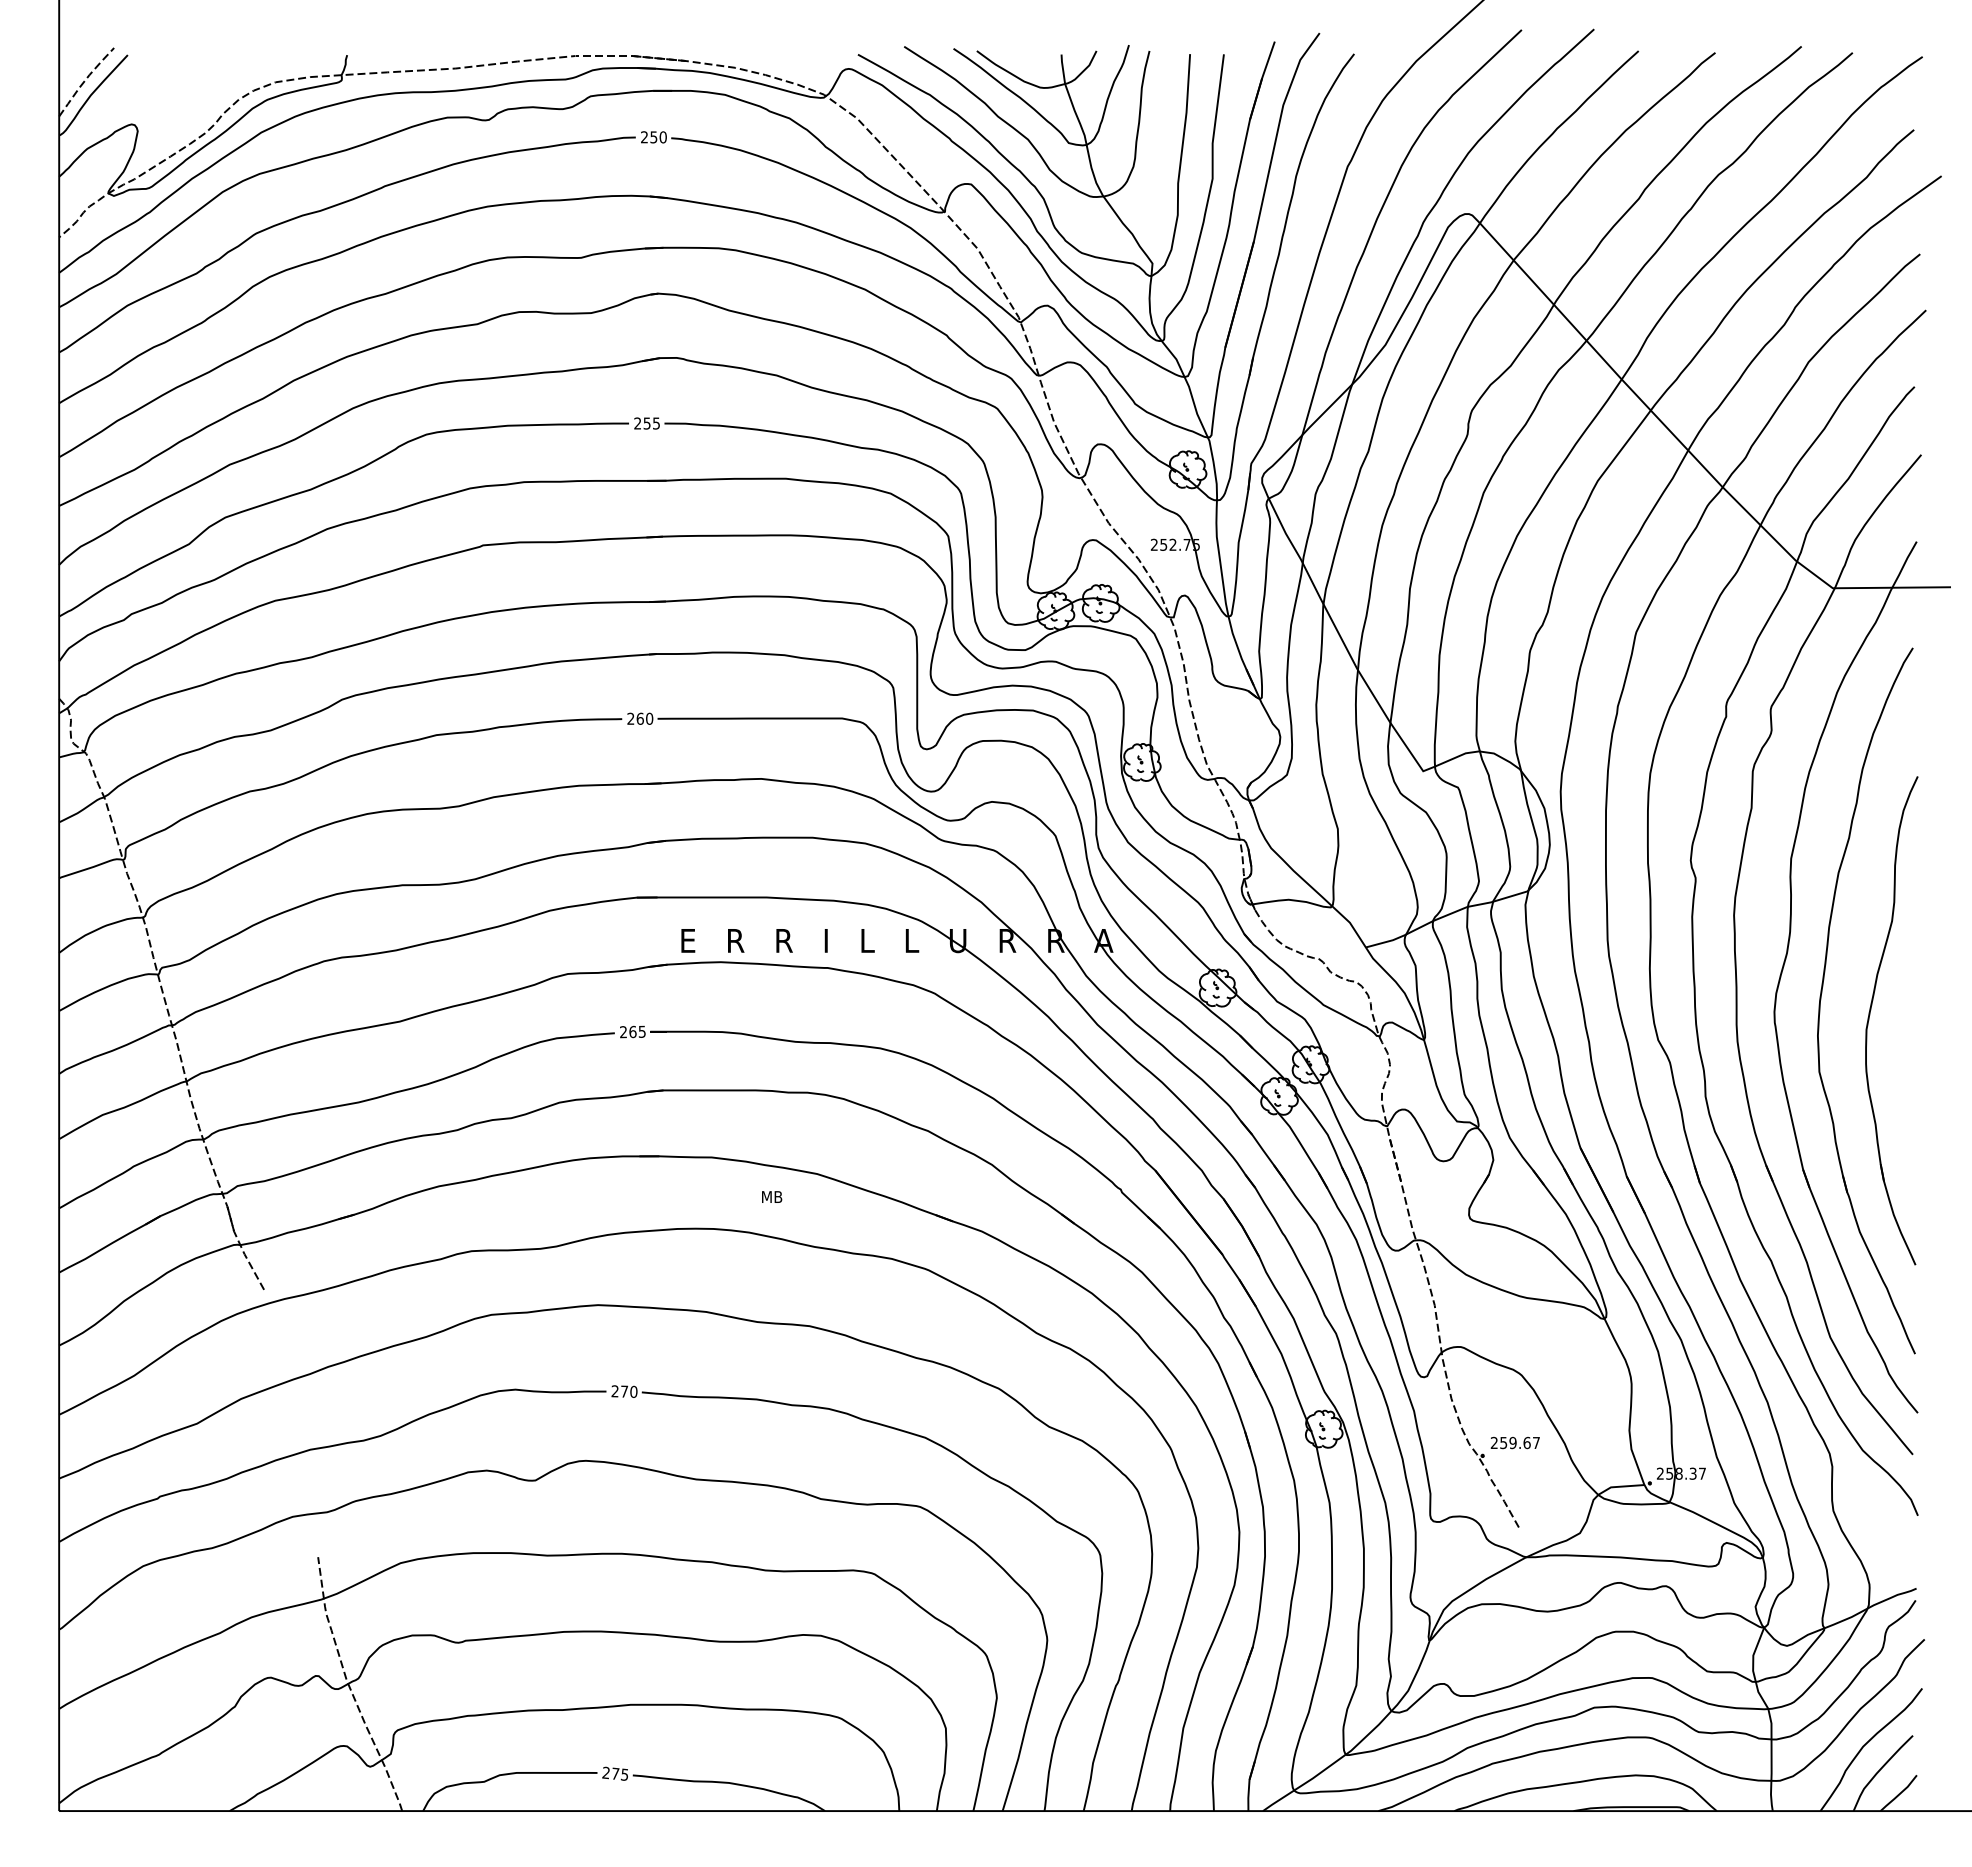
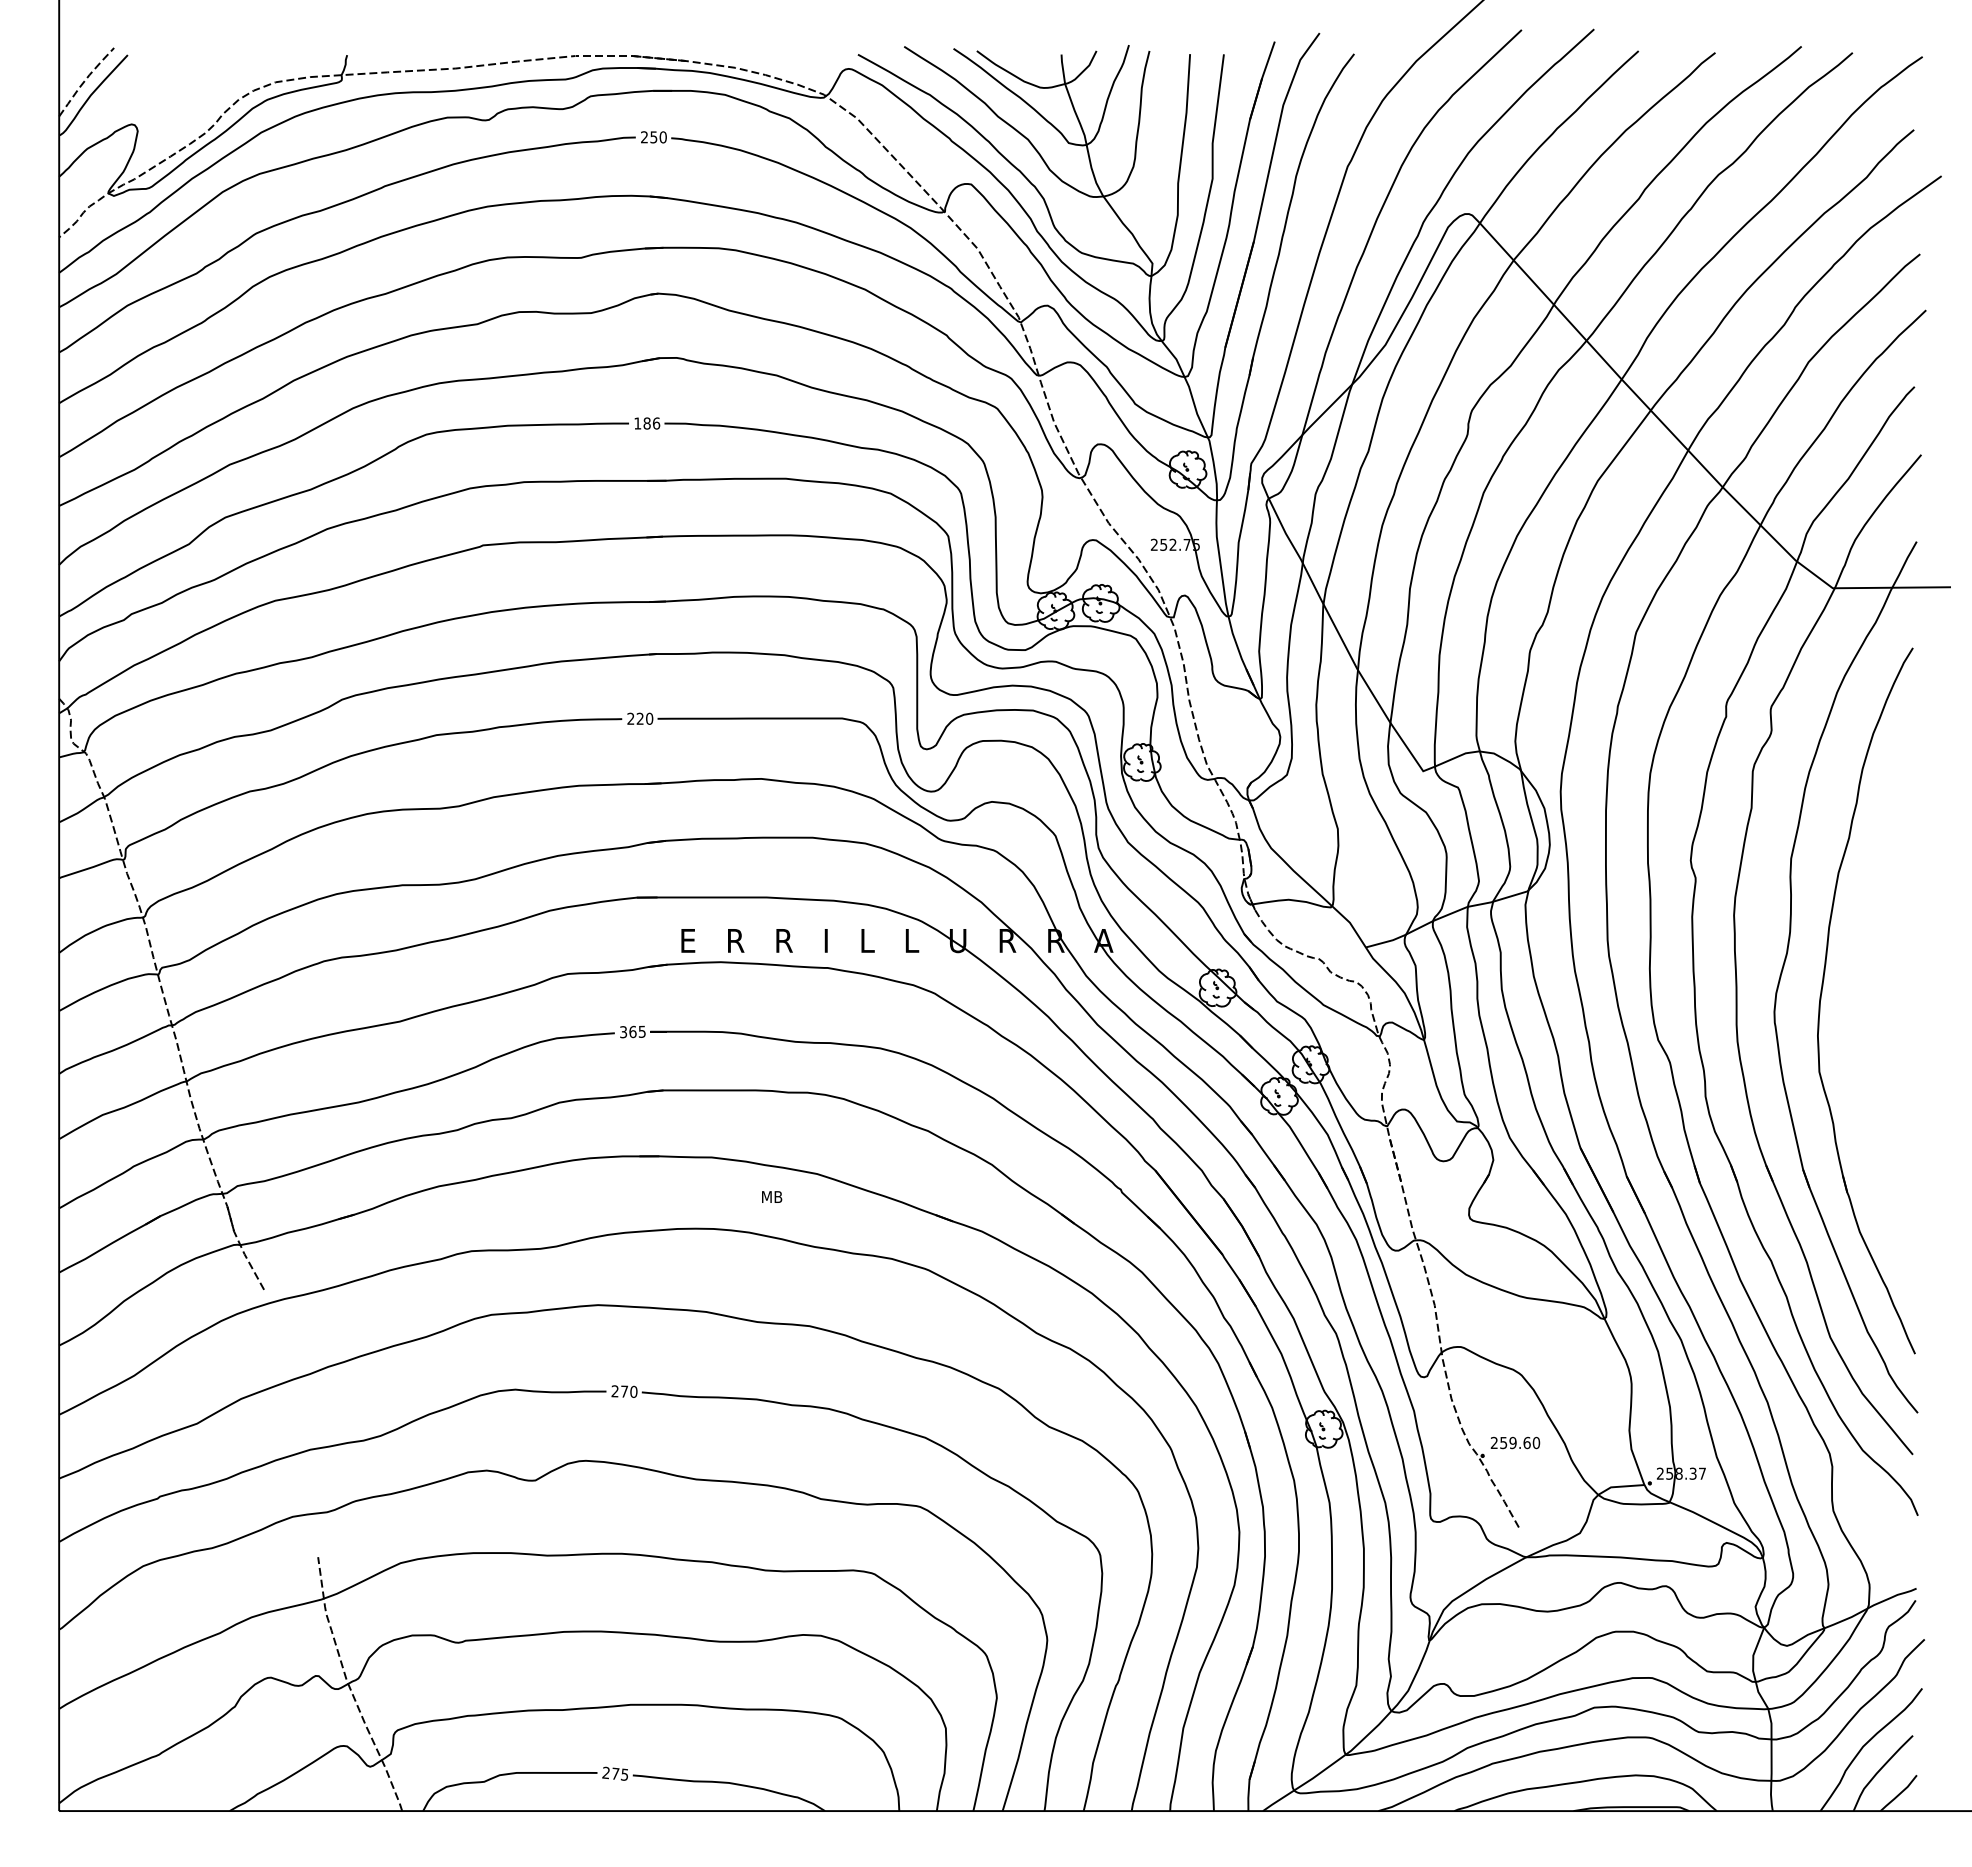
text at (647, 423): 255 -> 186
text at (639, 718): 260 -> 220
part at (1870, 1015): present -> none
text at (623, 1032): 265 -> 365
text at (1536, 1442): 259.67 -> 259.60
